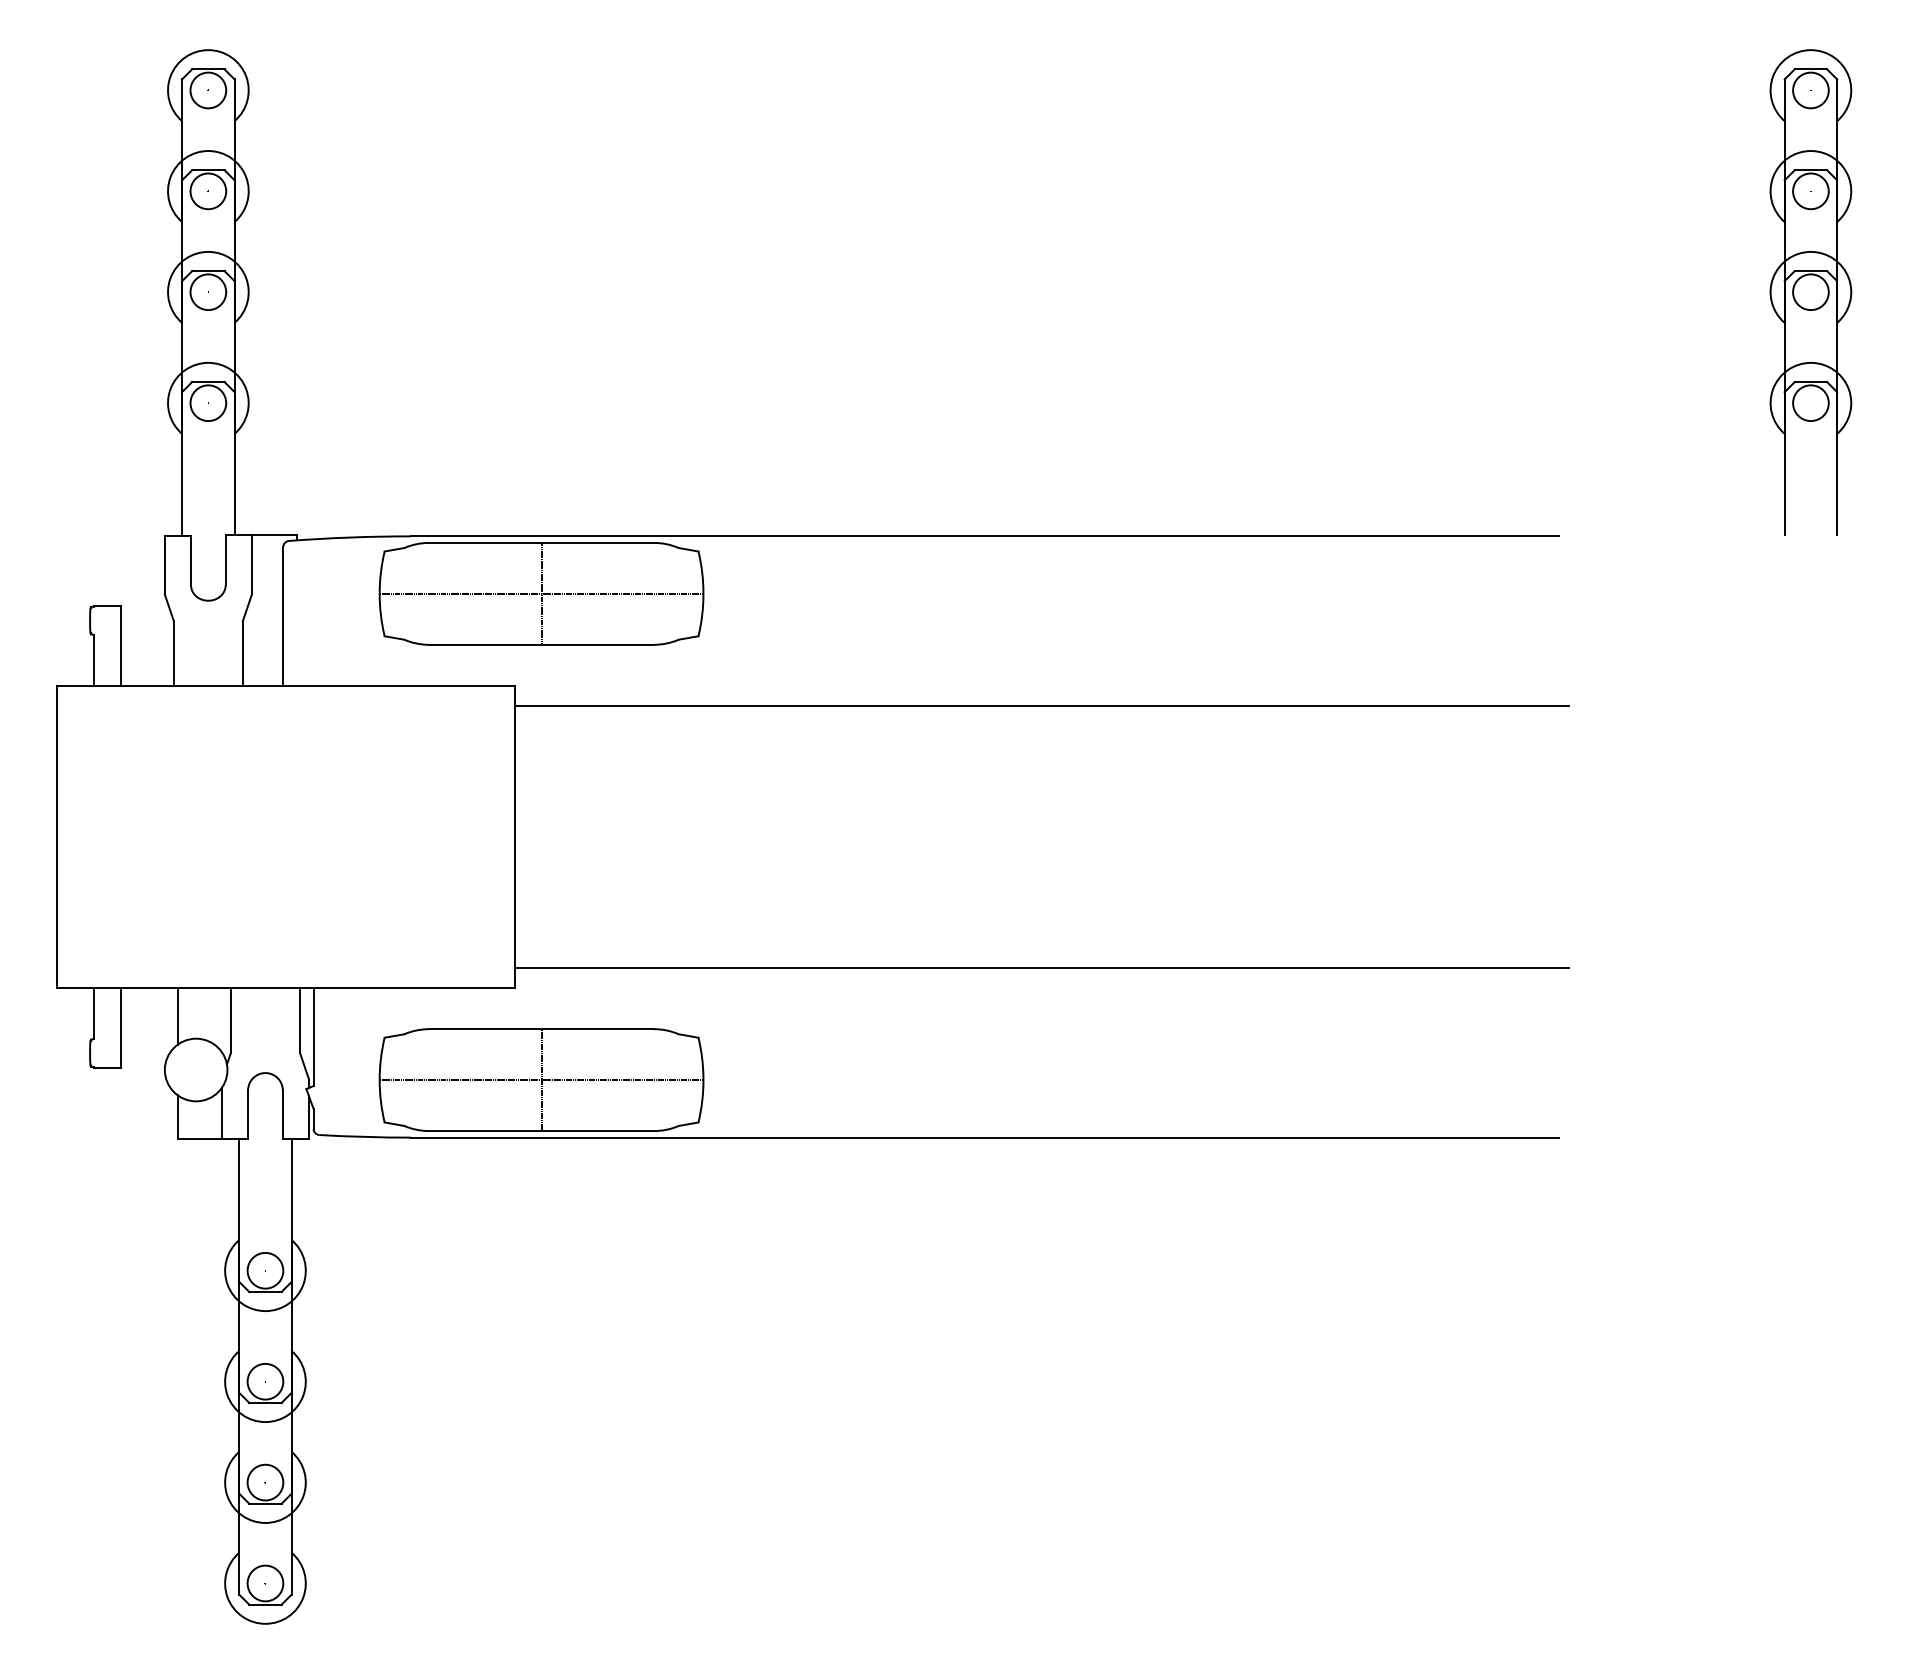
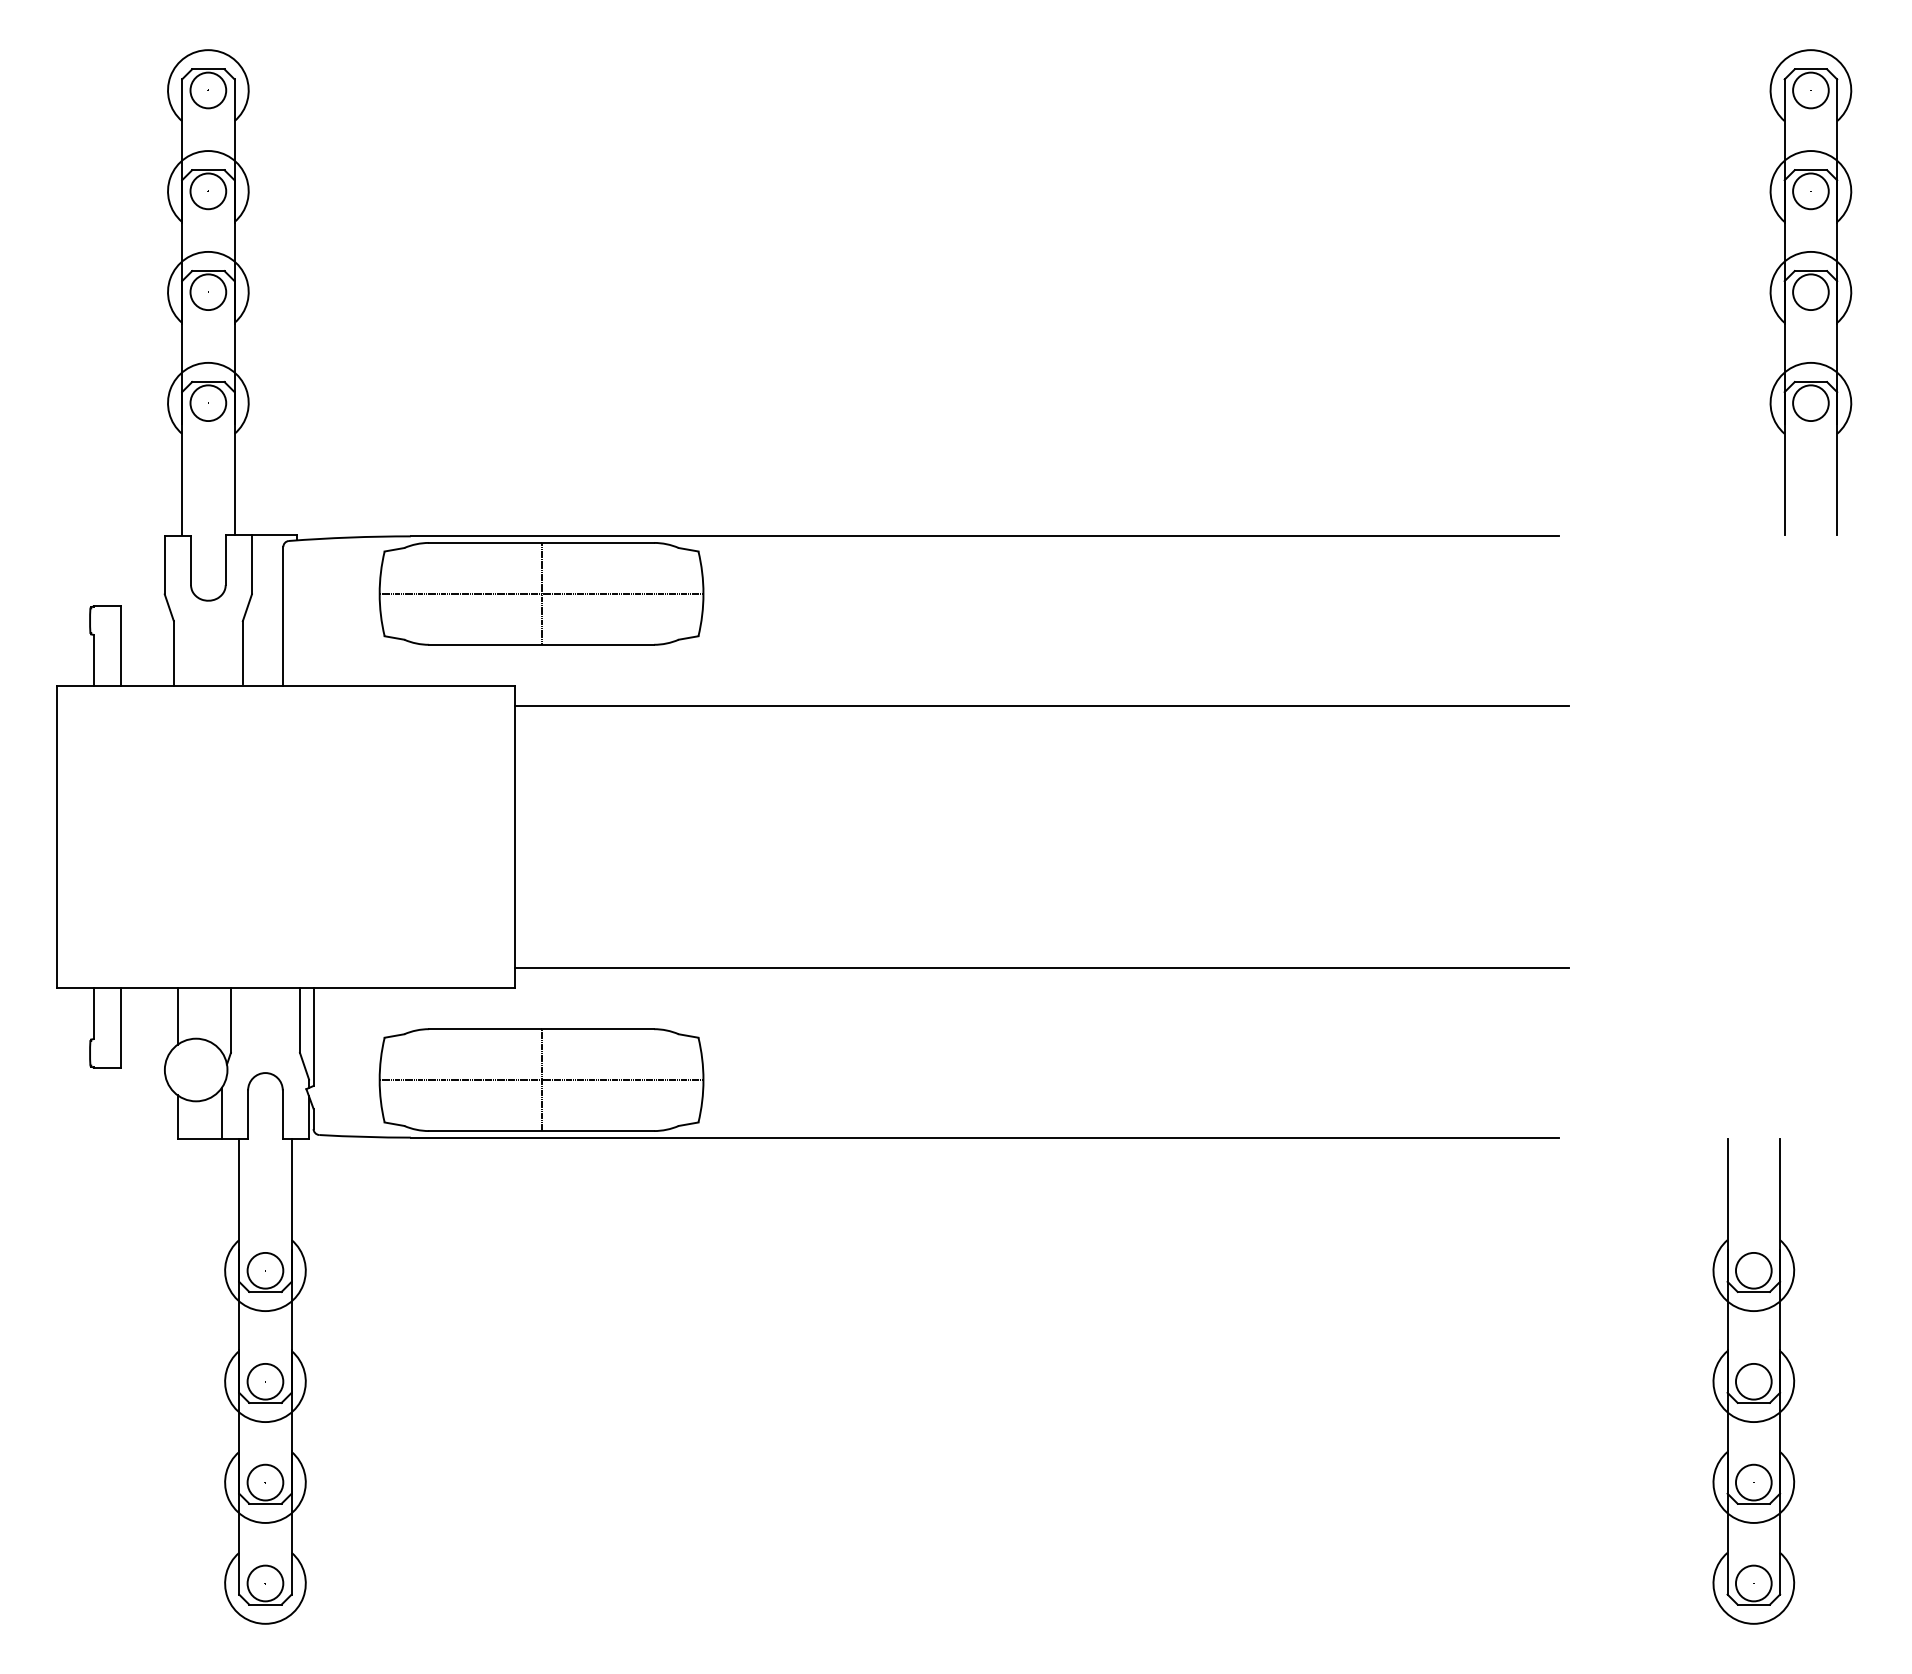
part at (1753, 1381): none -> present
